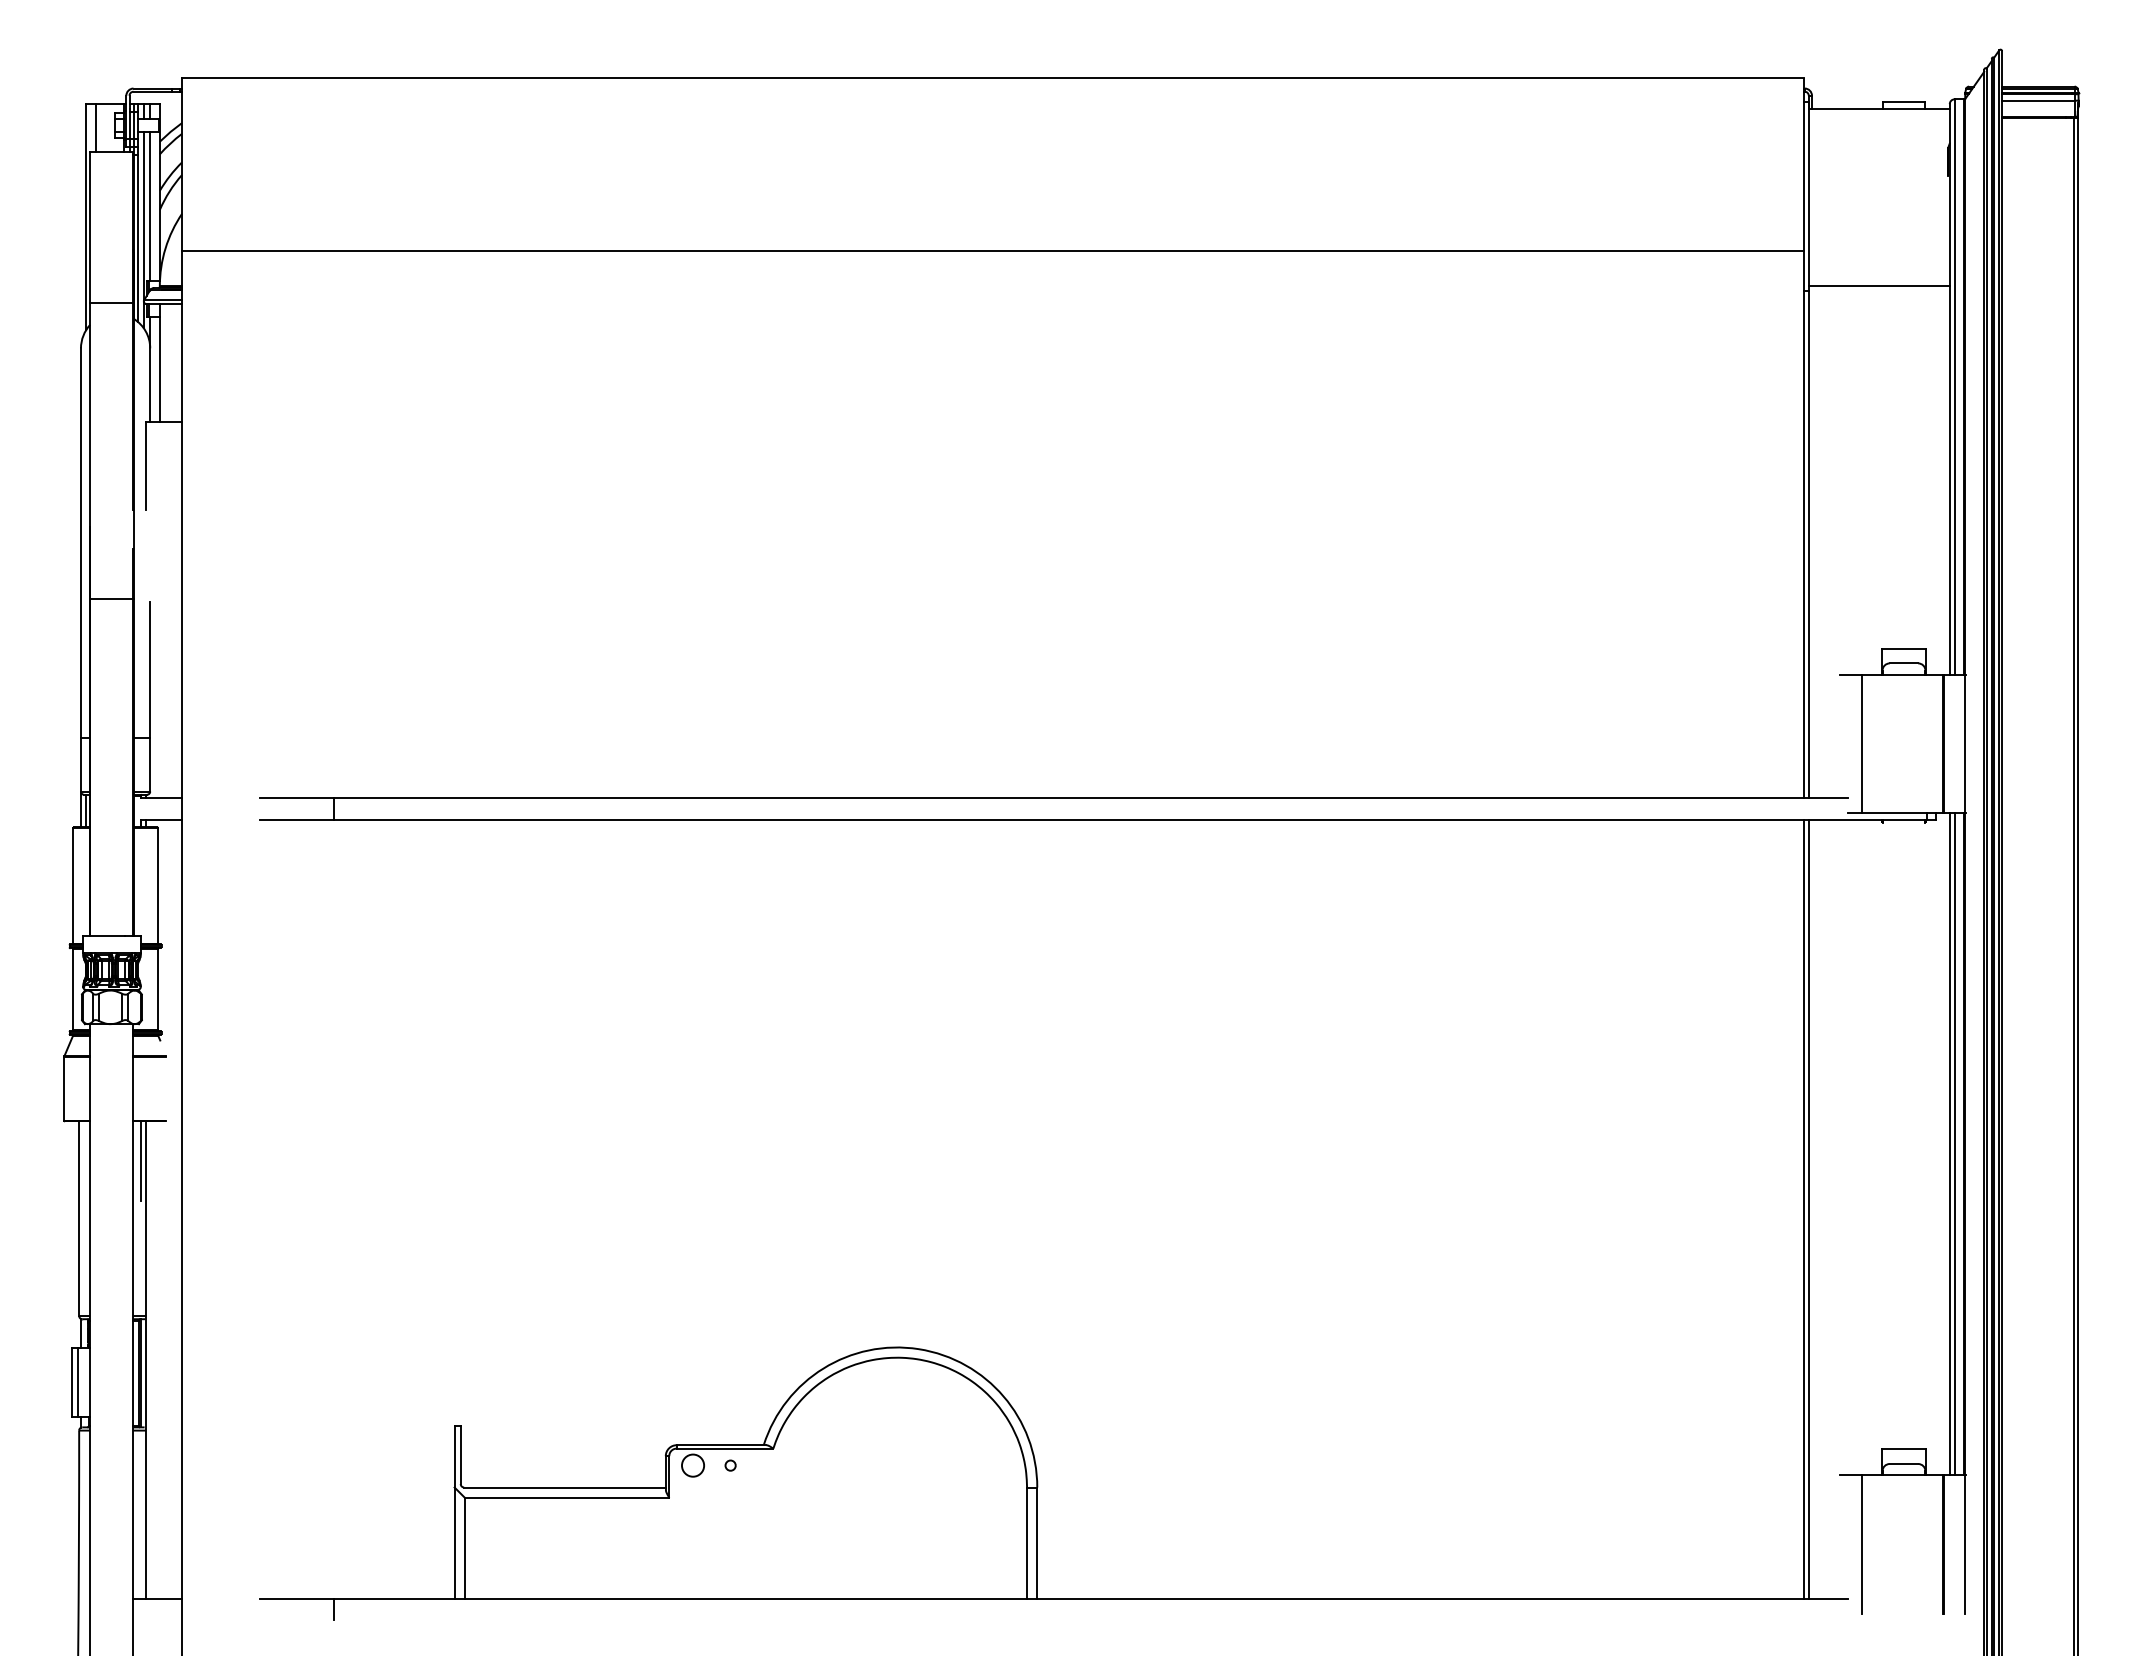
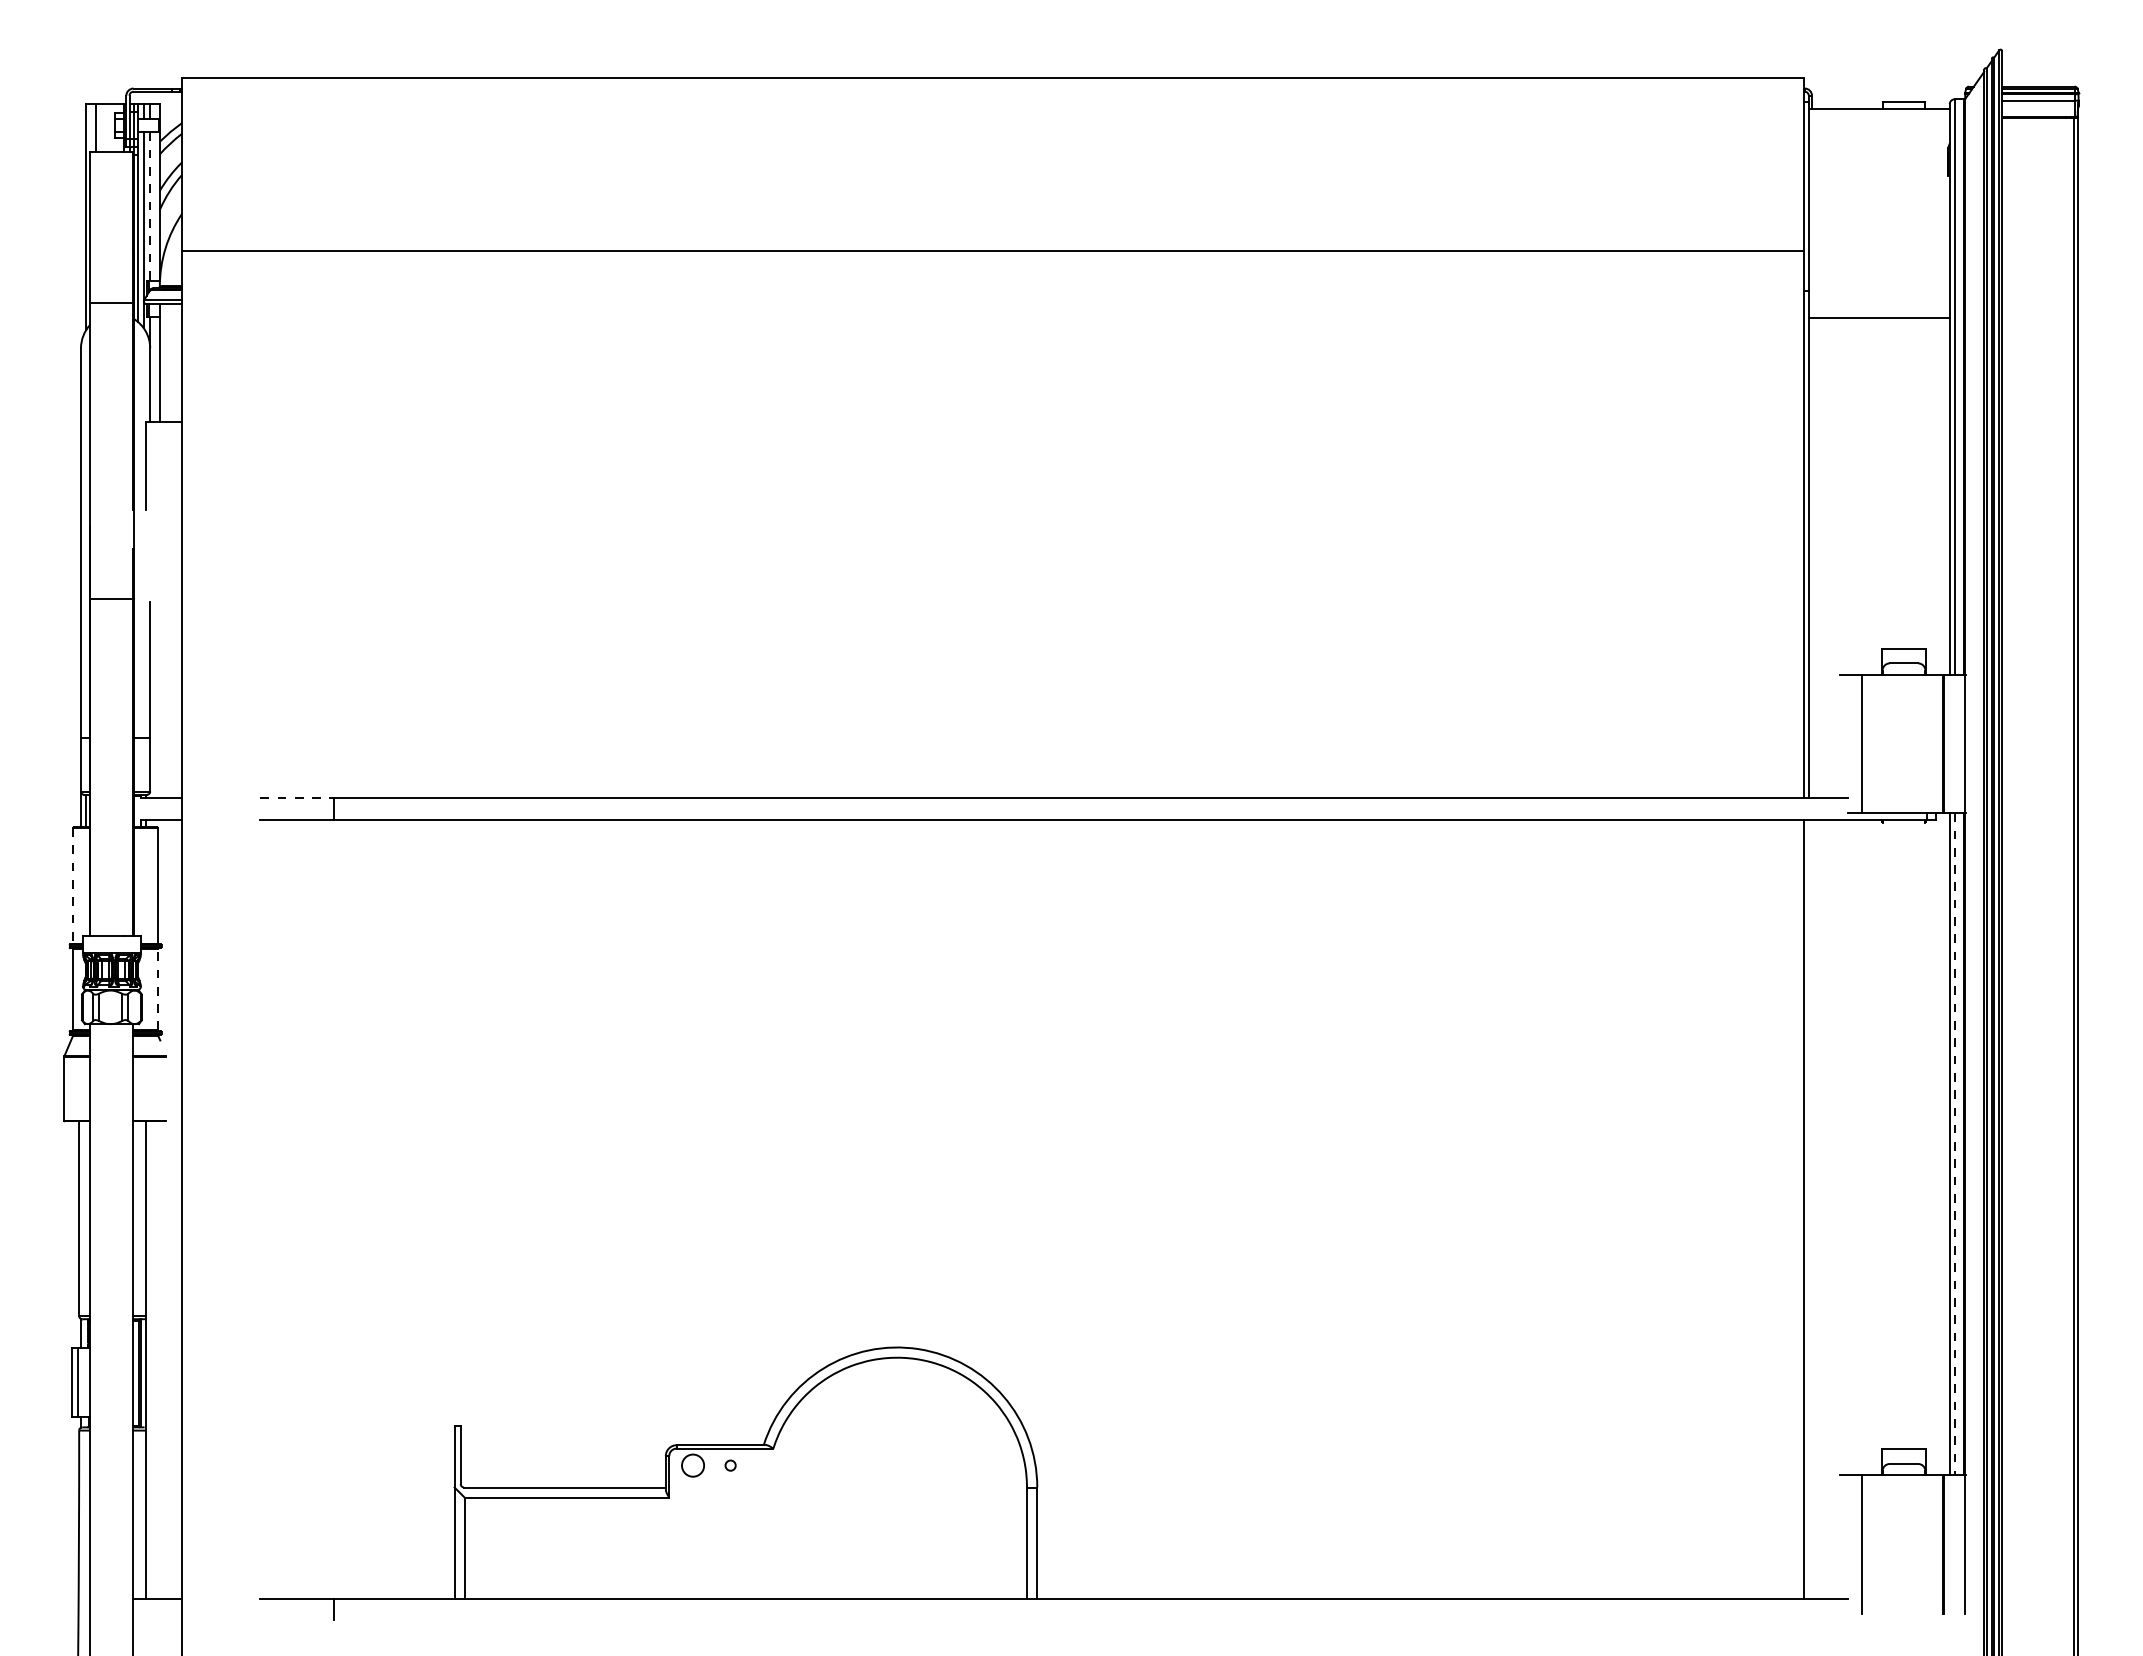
line at (150, 207): solid -> dashed
line at (1878, 285) position: (1878, 285) -> (1878, 317)
line at (297, 798): solid -> dashed
line at (73, 885): solid -> dashed
line at (157, 989): solid -> dashed
line at (1954, 1144): solid -> dashed
line at (141, 1161): present -> none
line at (1808, 1208): present -> none
